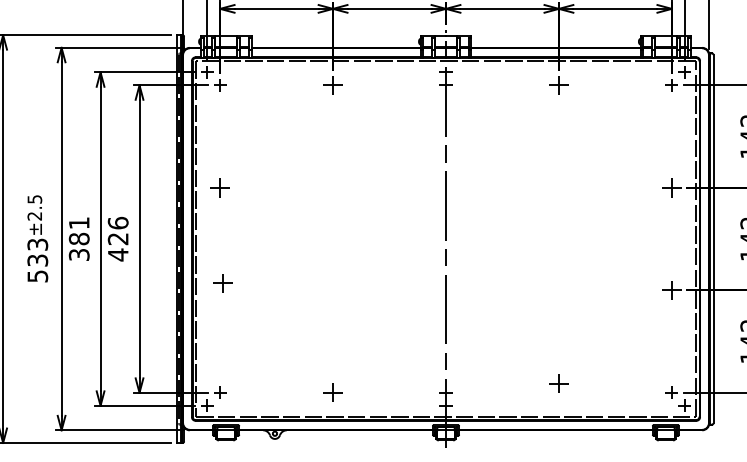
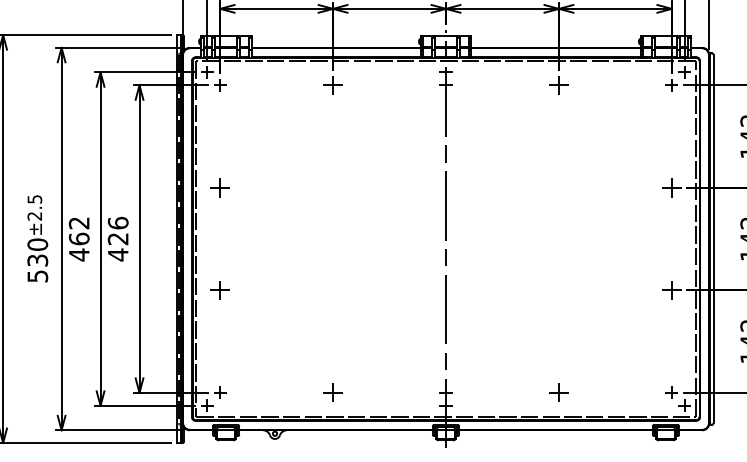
text at (78, 239): 381 -> 462
text at (37, 244): 533 -> 530
part at (222, 283) position: (222, 283) -> (219, 290)
part at (558, 383) position: (558, 383) -> (558, 392)
